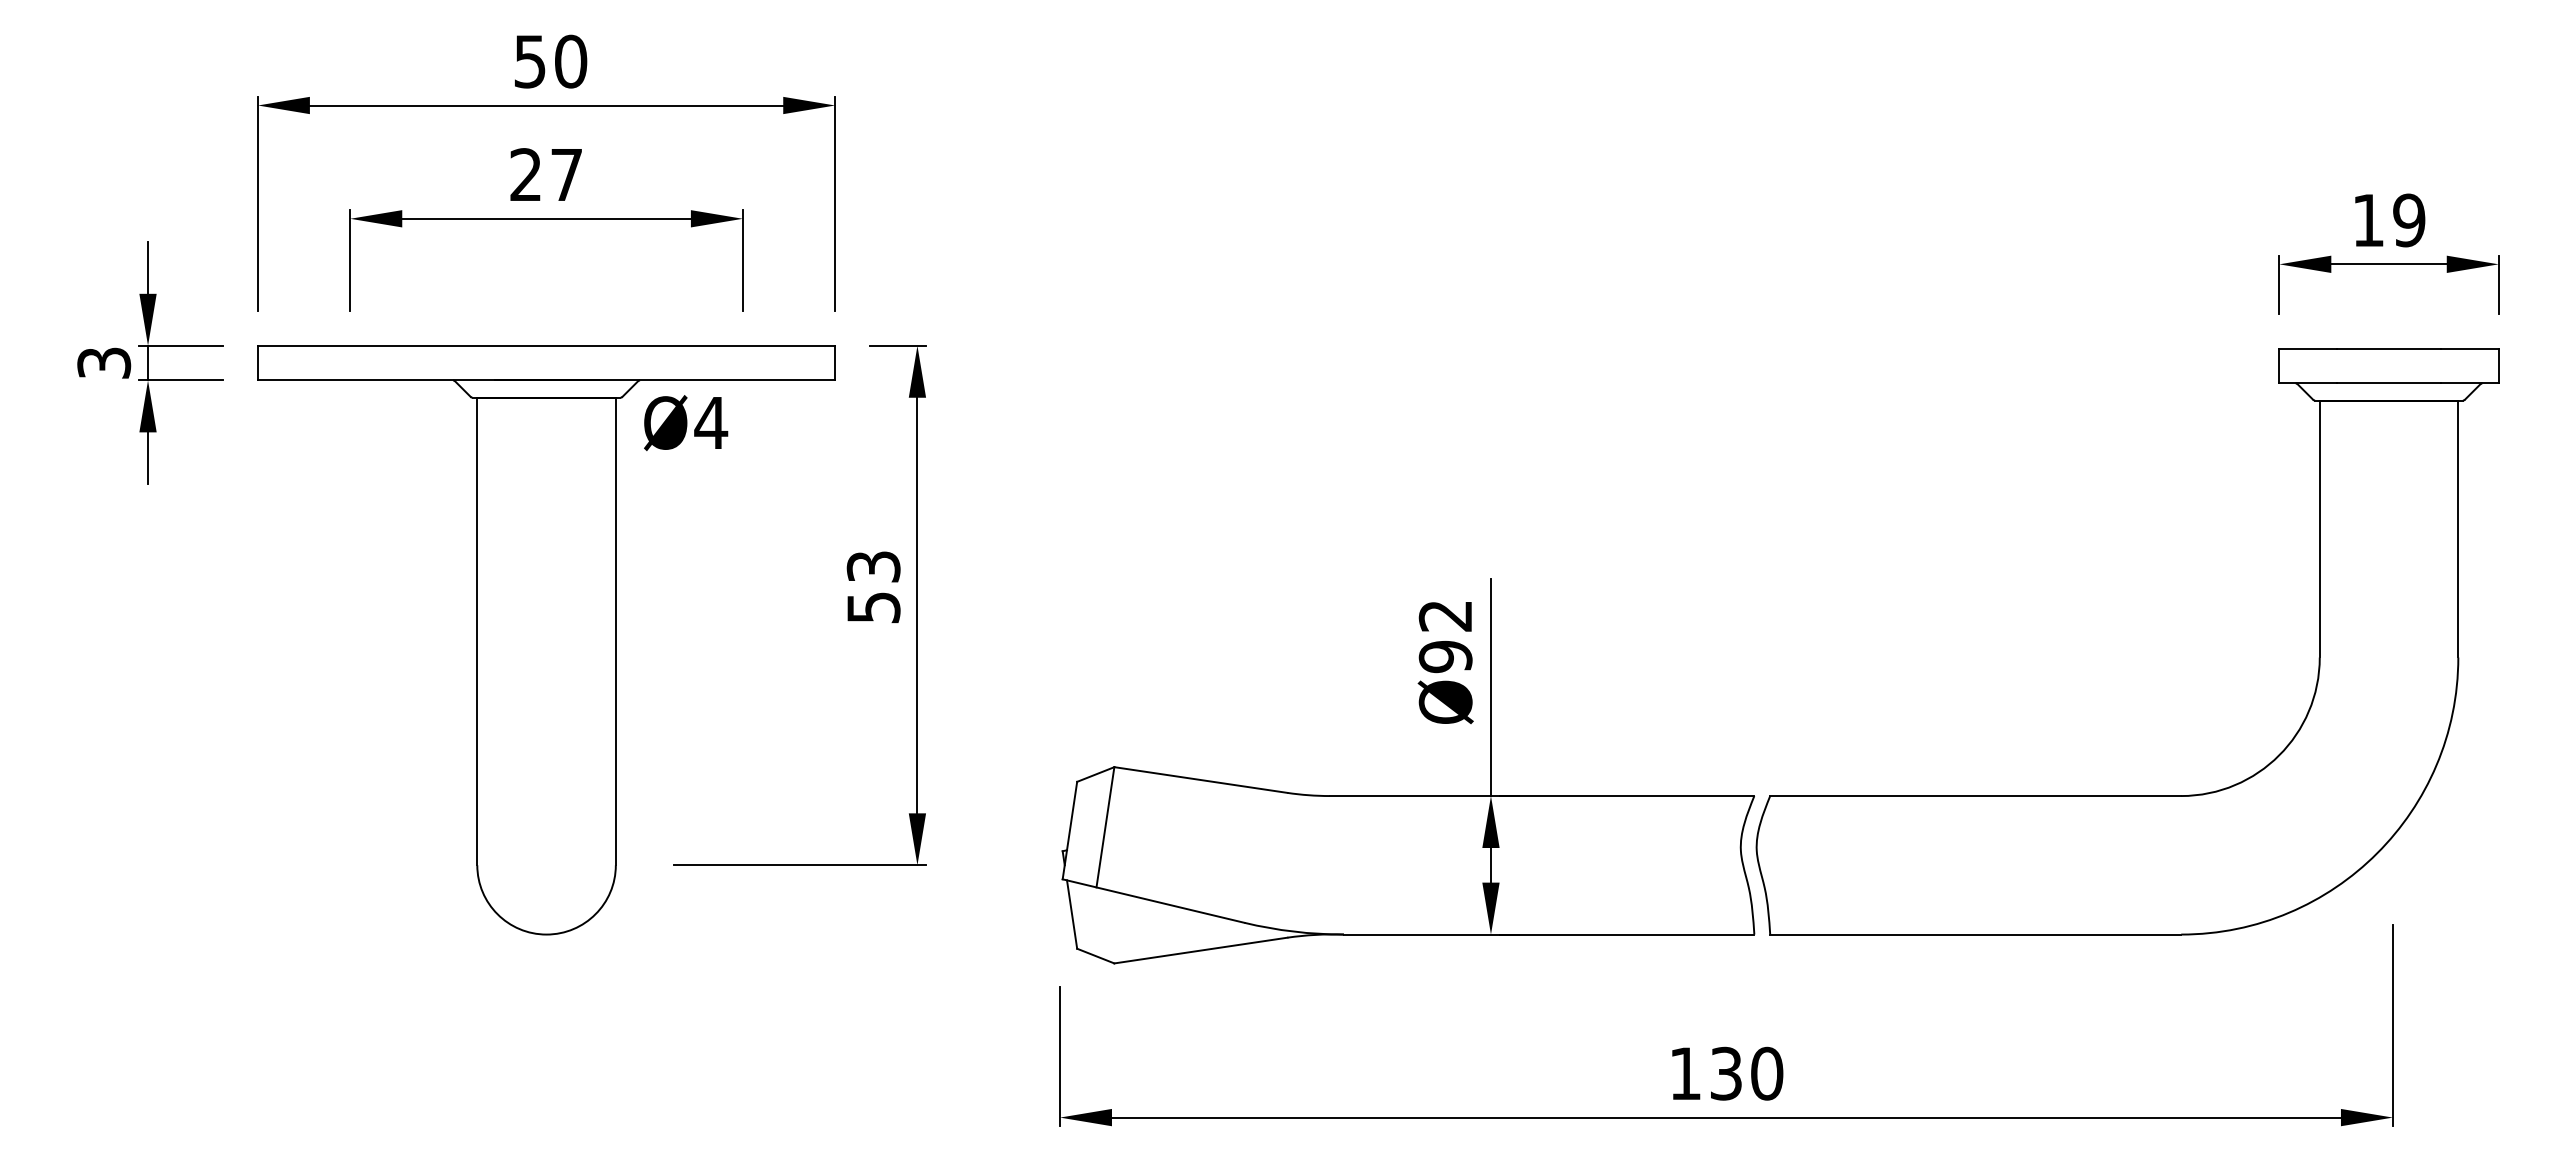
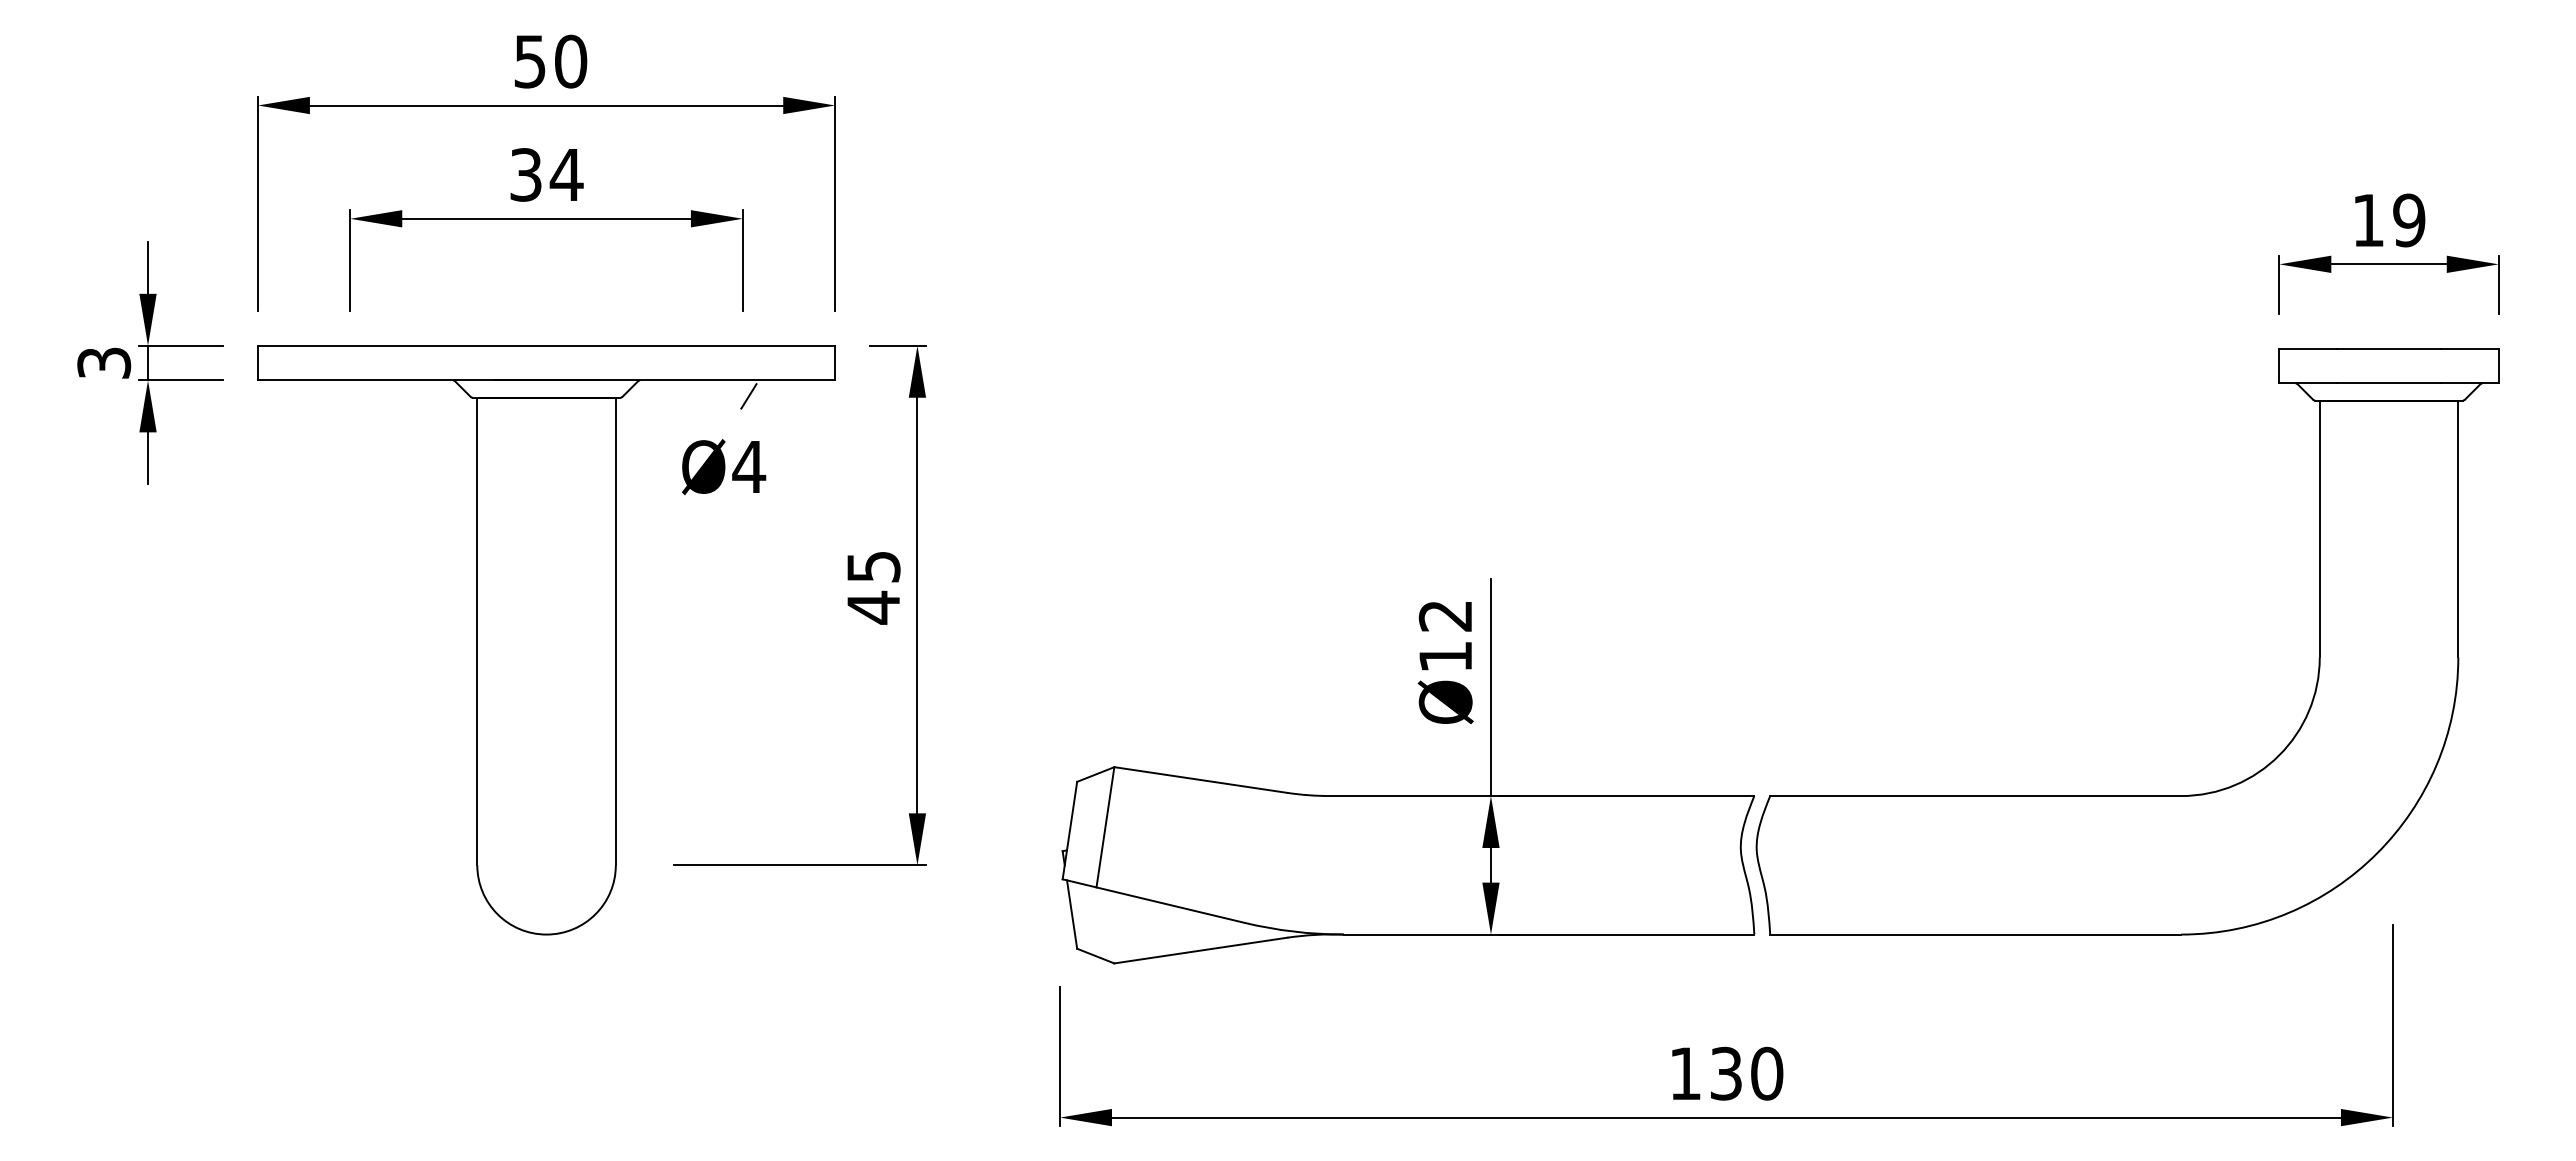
text at (546, 174): 27 -> 34
line at (748, 396): none -> present
text at (686, 422) position: (686, 422) -> (724, 466)
text at (873, 587): 53 -> 45
text at (1445, 656): Ø92 -> Ø12
